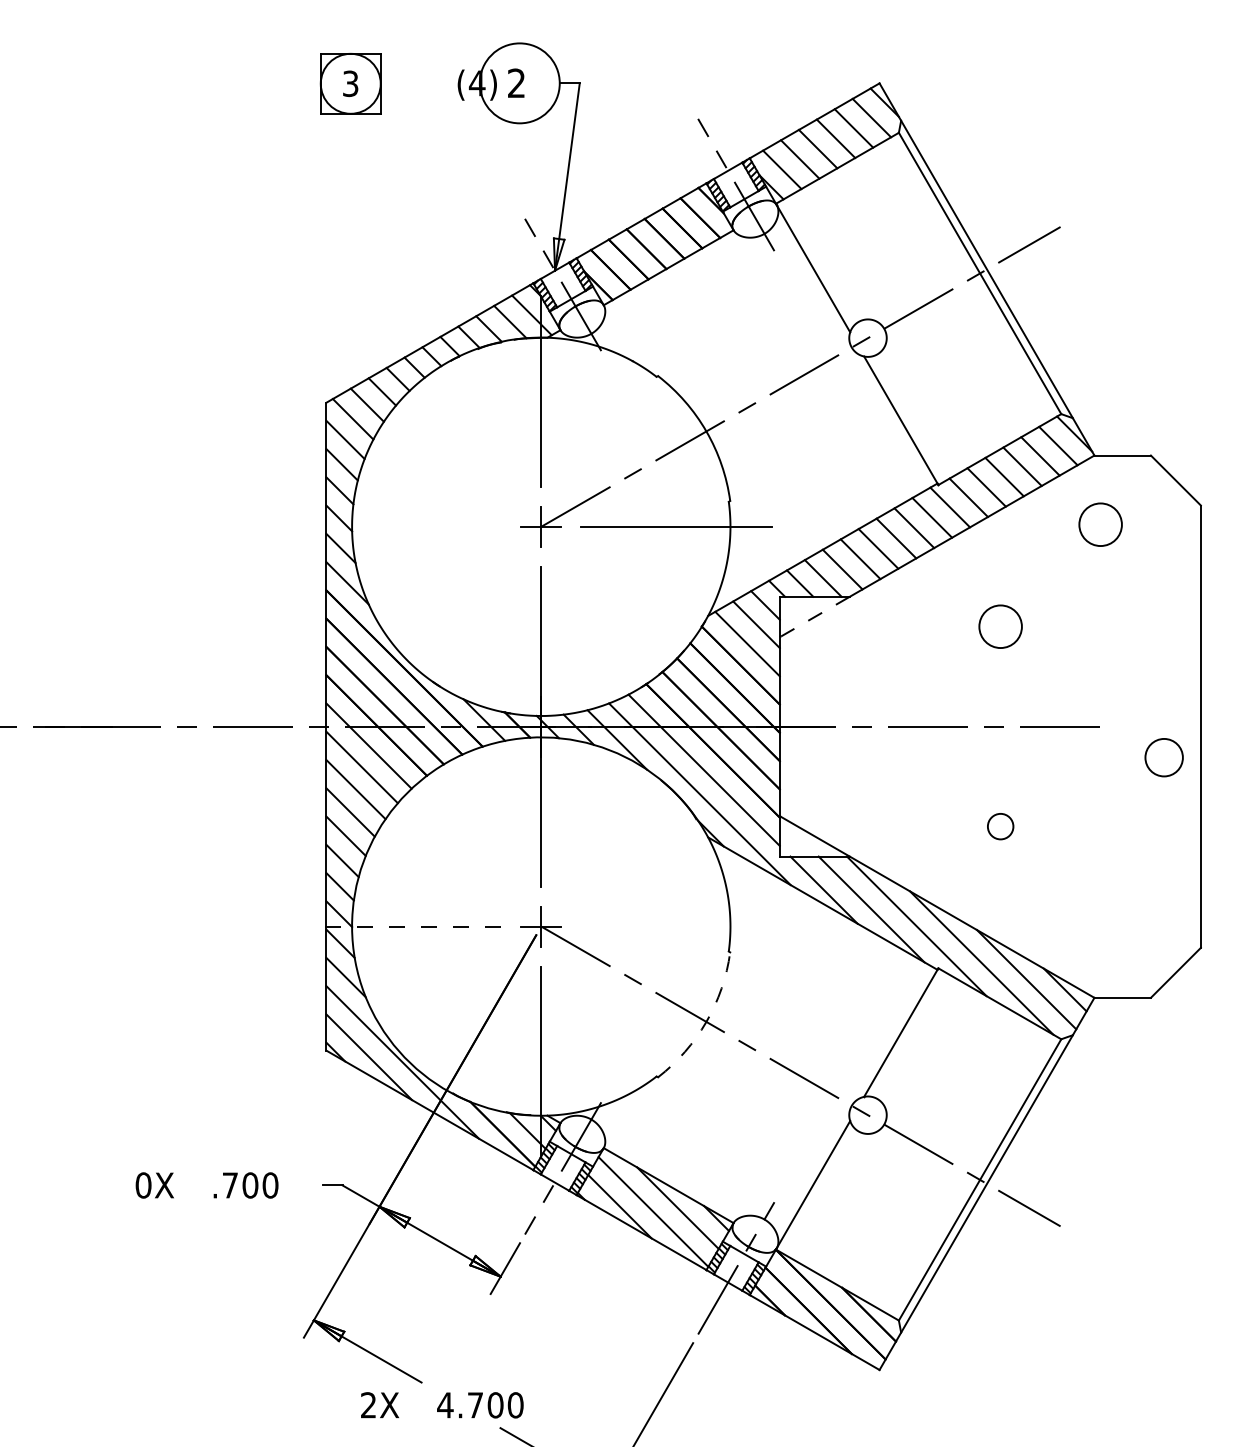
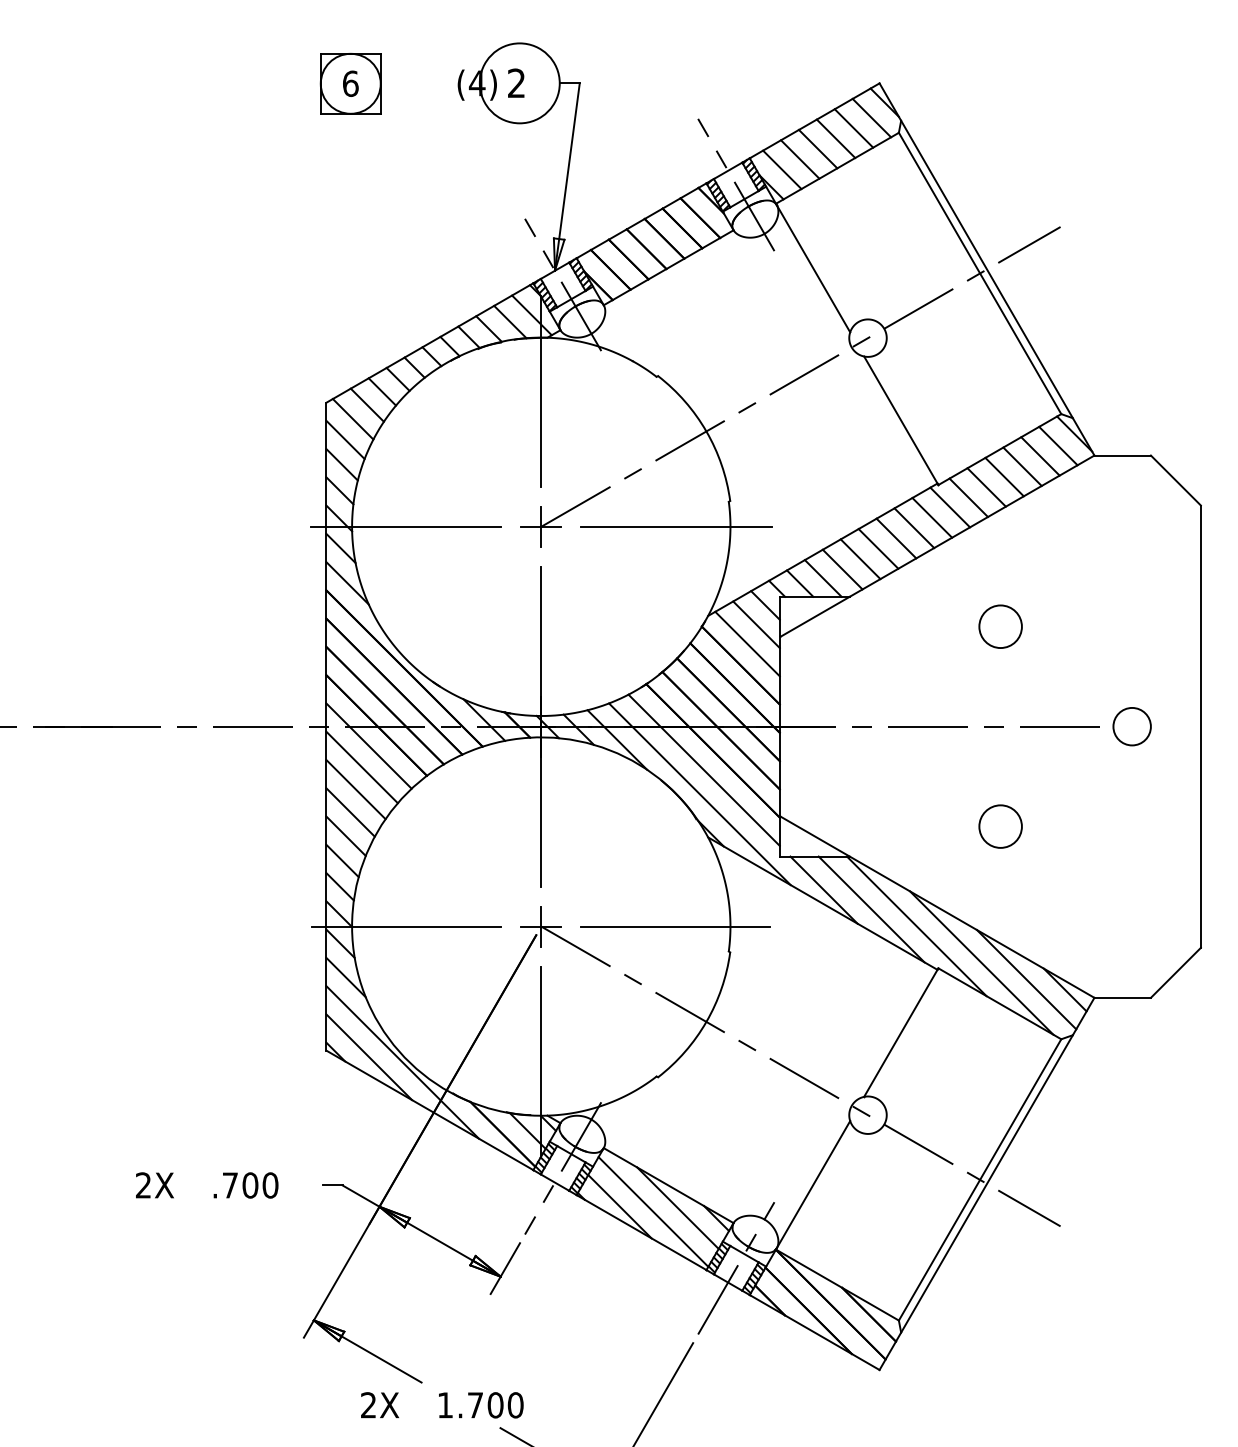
text at (350, 83): 3 -> 6
circle at (1100, 524): present -> none
line at (405, 526): none -> present
line at (815, 616): dashed -> solid
circle at (1163, 757) position: (1163, 757) -> (1131, 726)
circle at (1000, 826) diameter: 26 px -> 43 px
line at (406, 926): dashed -> solid
line at (675, 926): none -> present
arc at (706, 1021): dashed -> solid
text at (143, 1185): 0X -> 2X
text at (445, 1405): 4.700 -> 1.700
